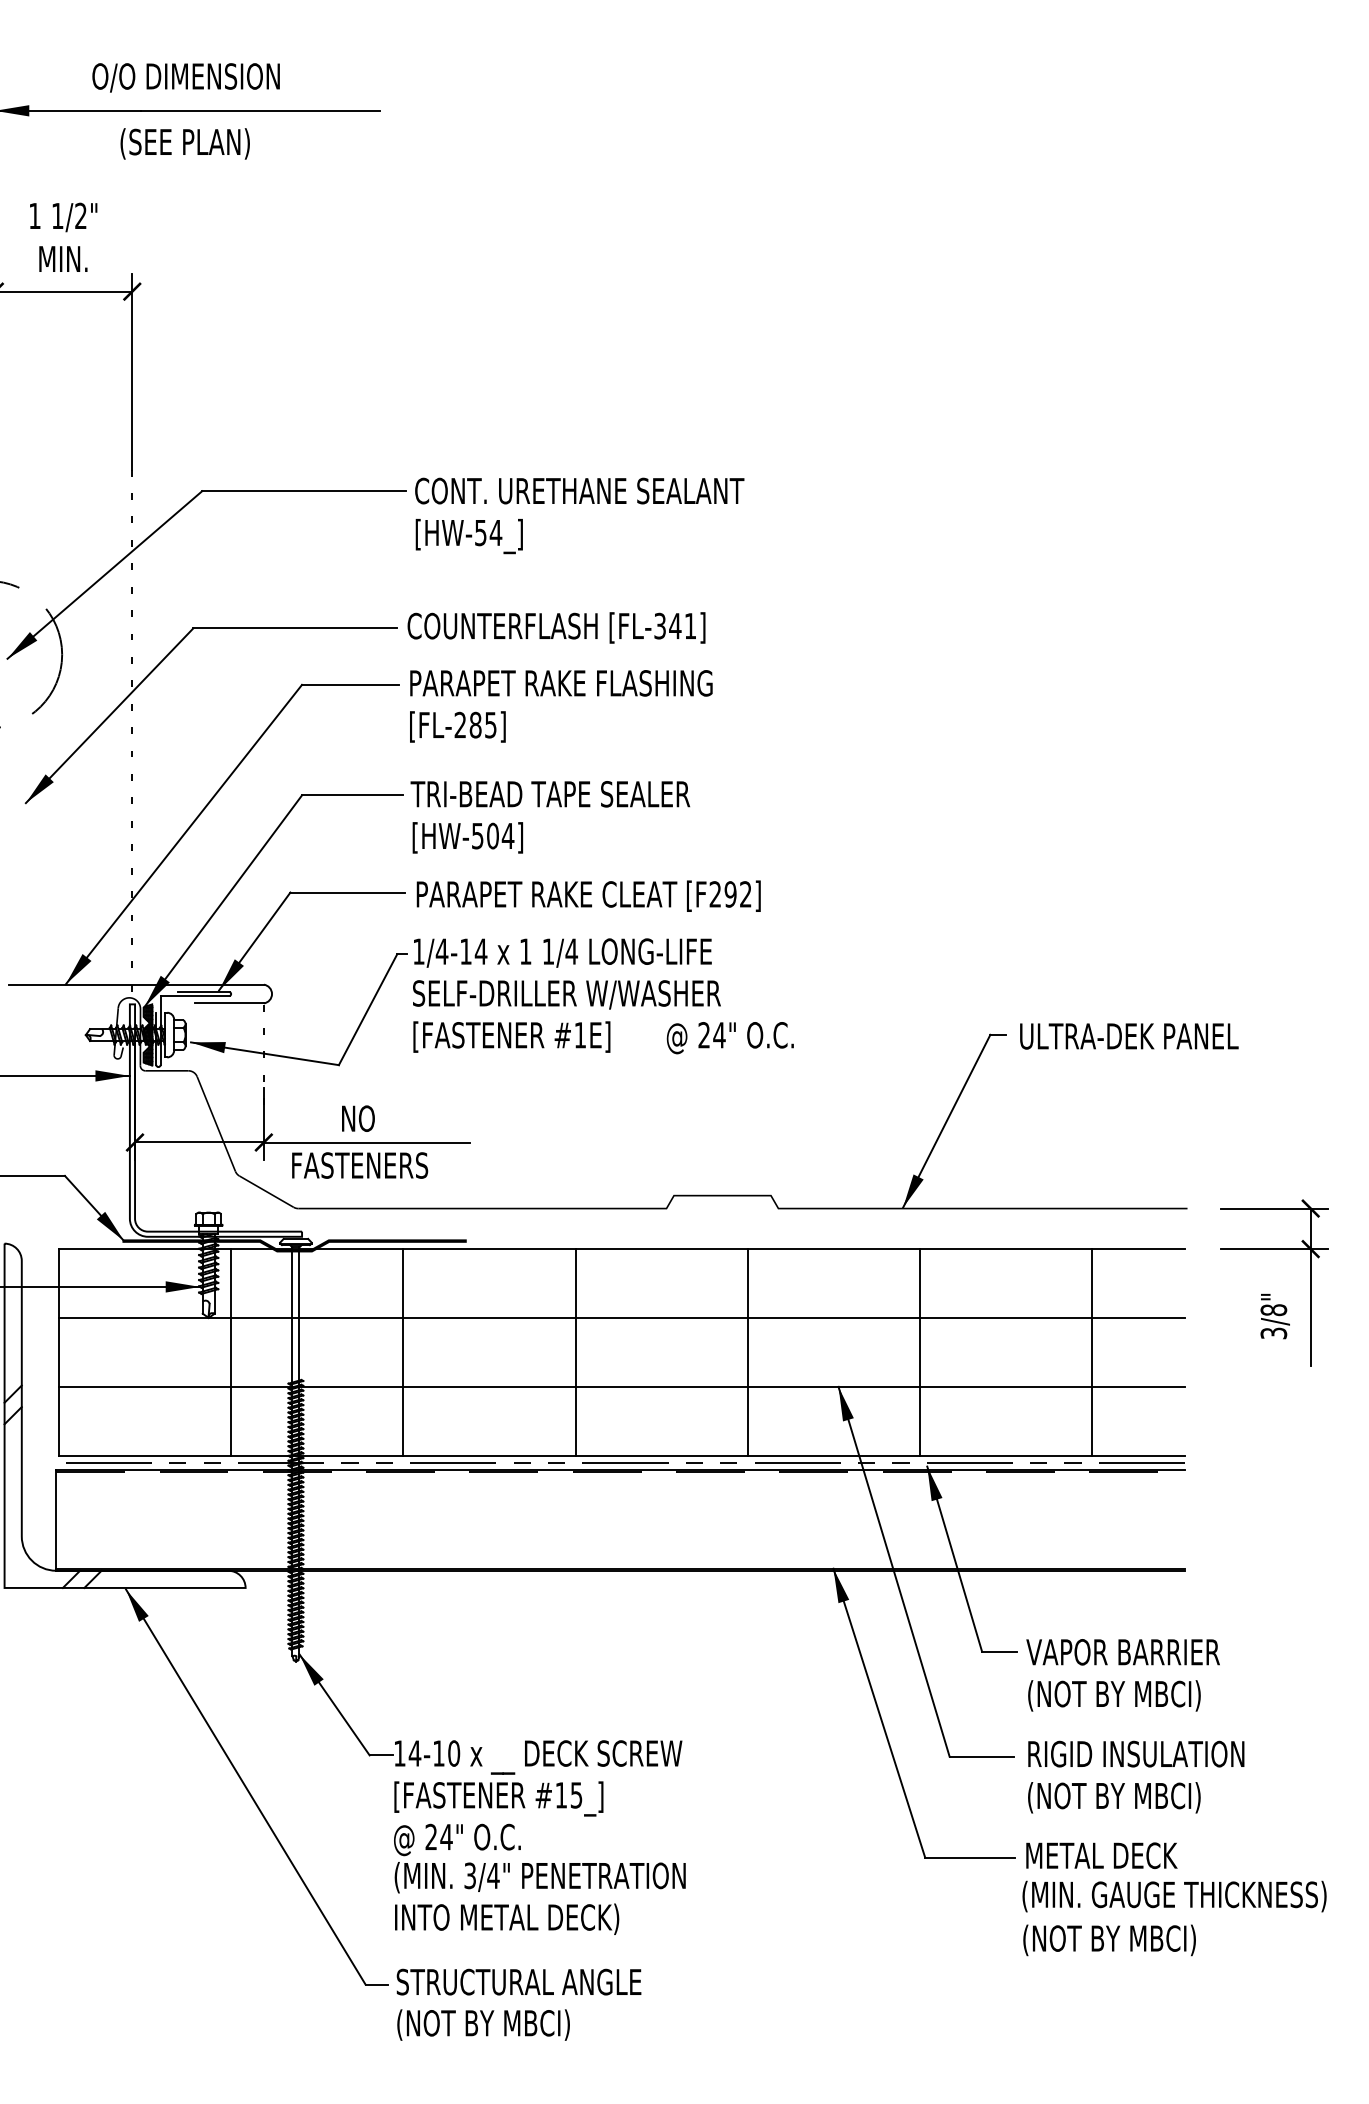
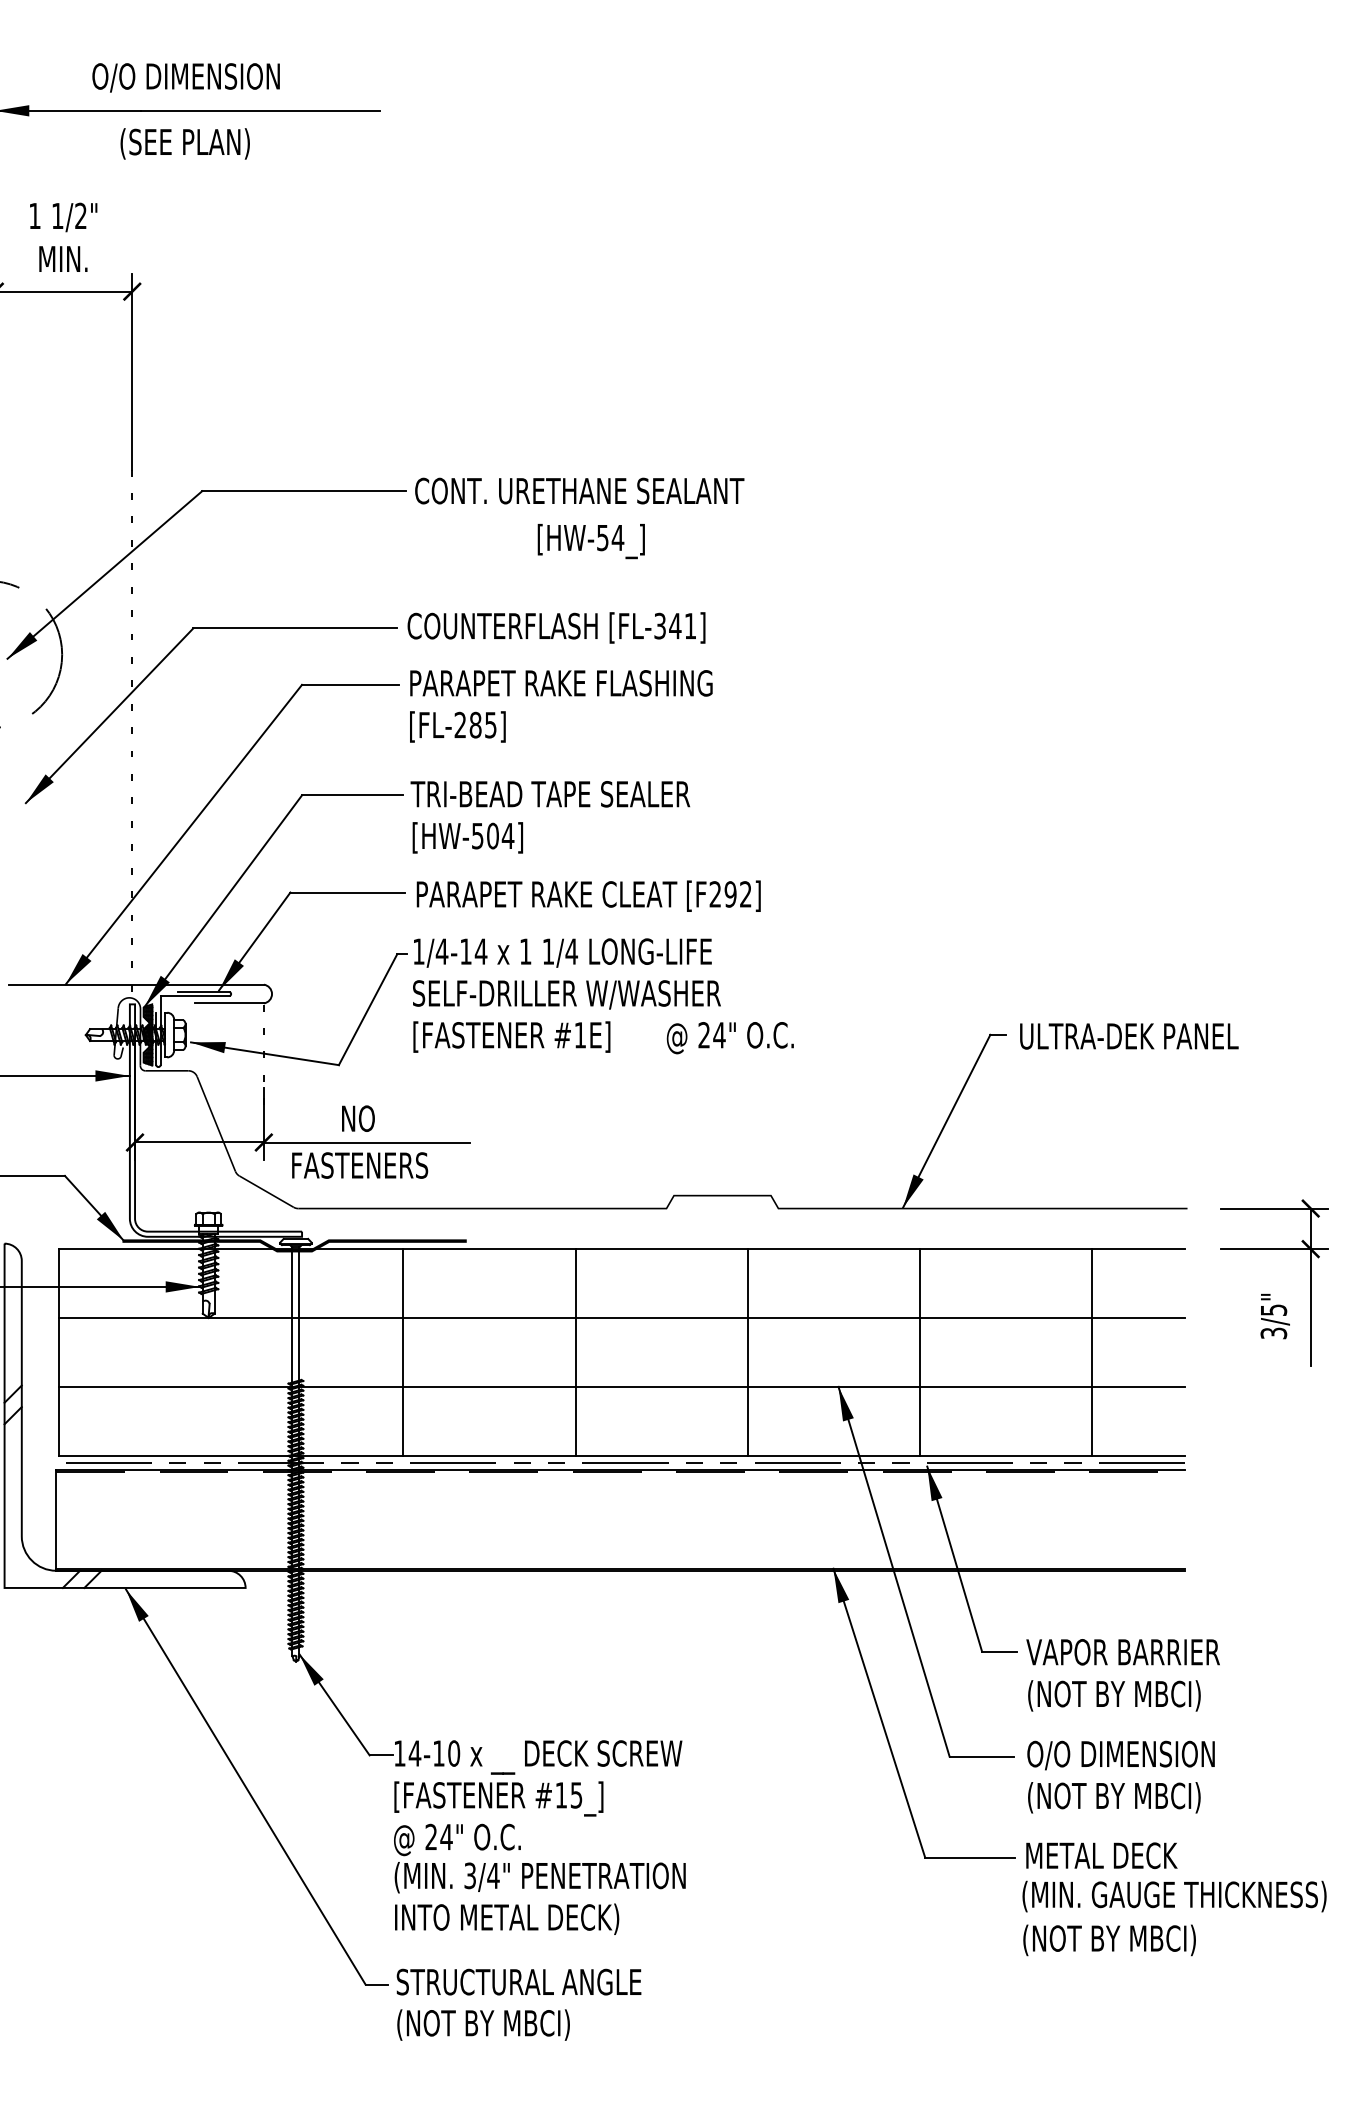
text at (468, 536) position: (468, 536) -> (590, 541)
text at (1273, 1310): 3/8" -> 3/5"
line at (231, 1352): present -> none
text at (1135, 1755): RIGID INSULATION -> O/O DIMENSION
